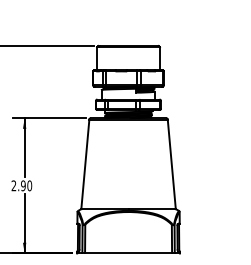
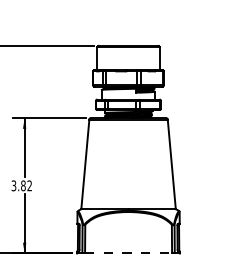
text at (21, 185): 2.90 -> 3.82
line at (128, 253): solid -> dashed
